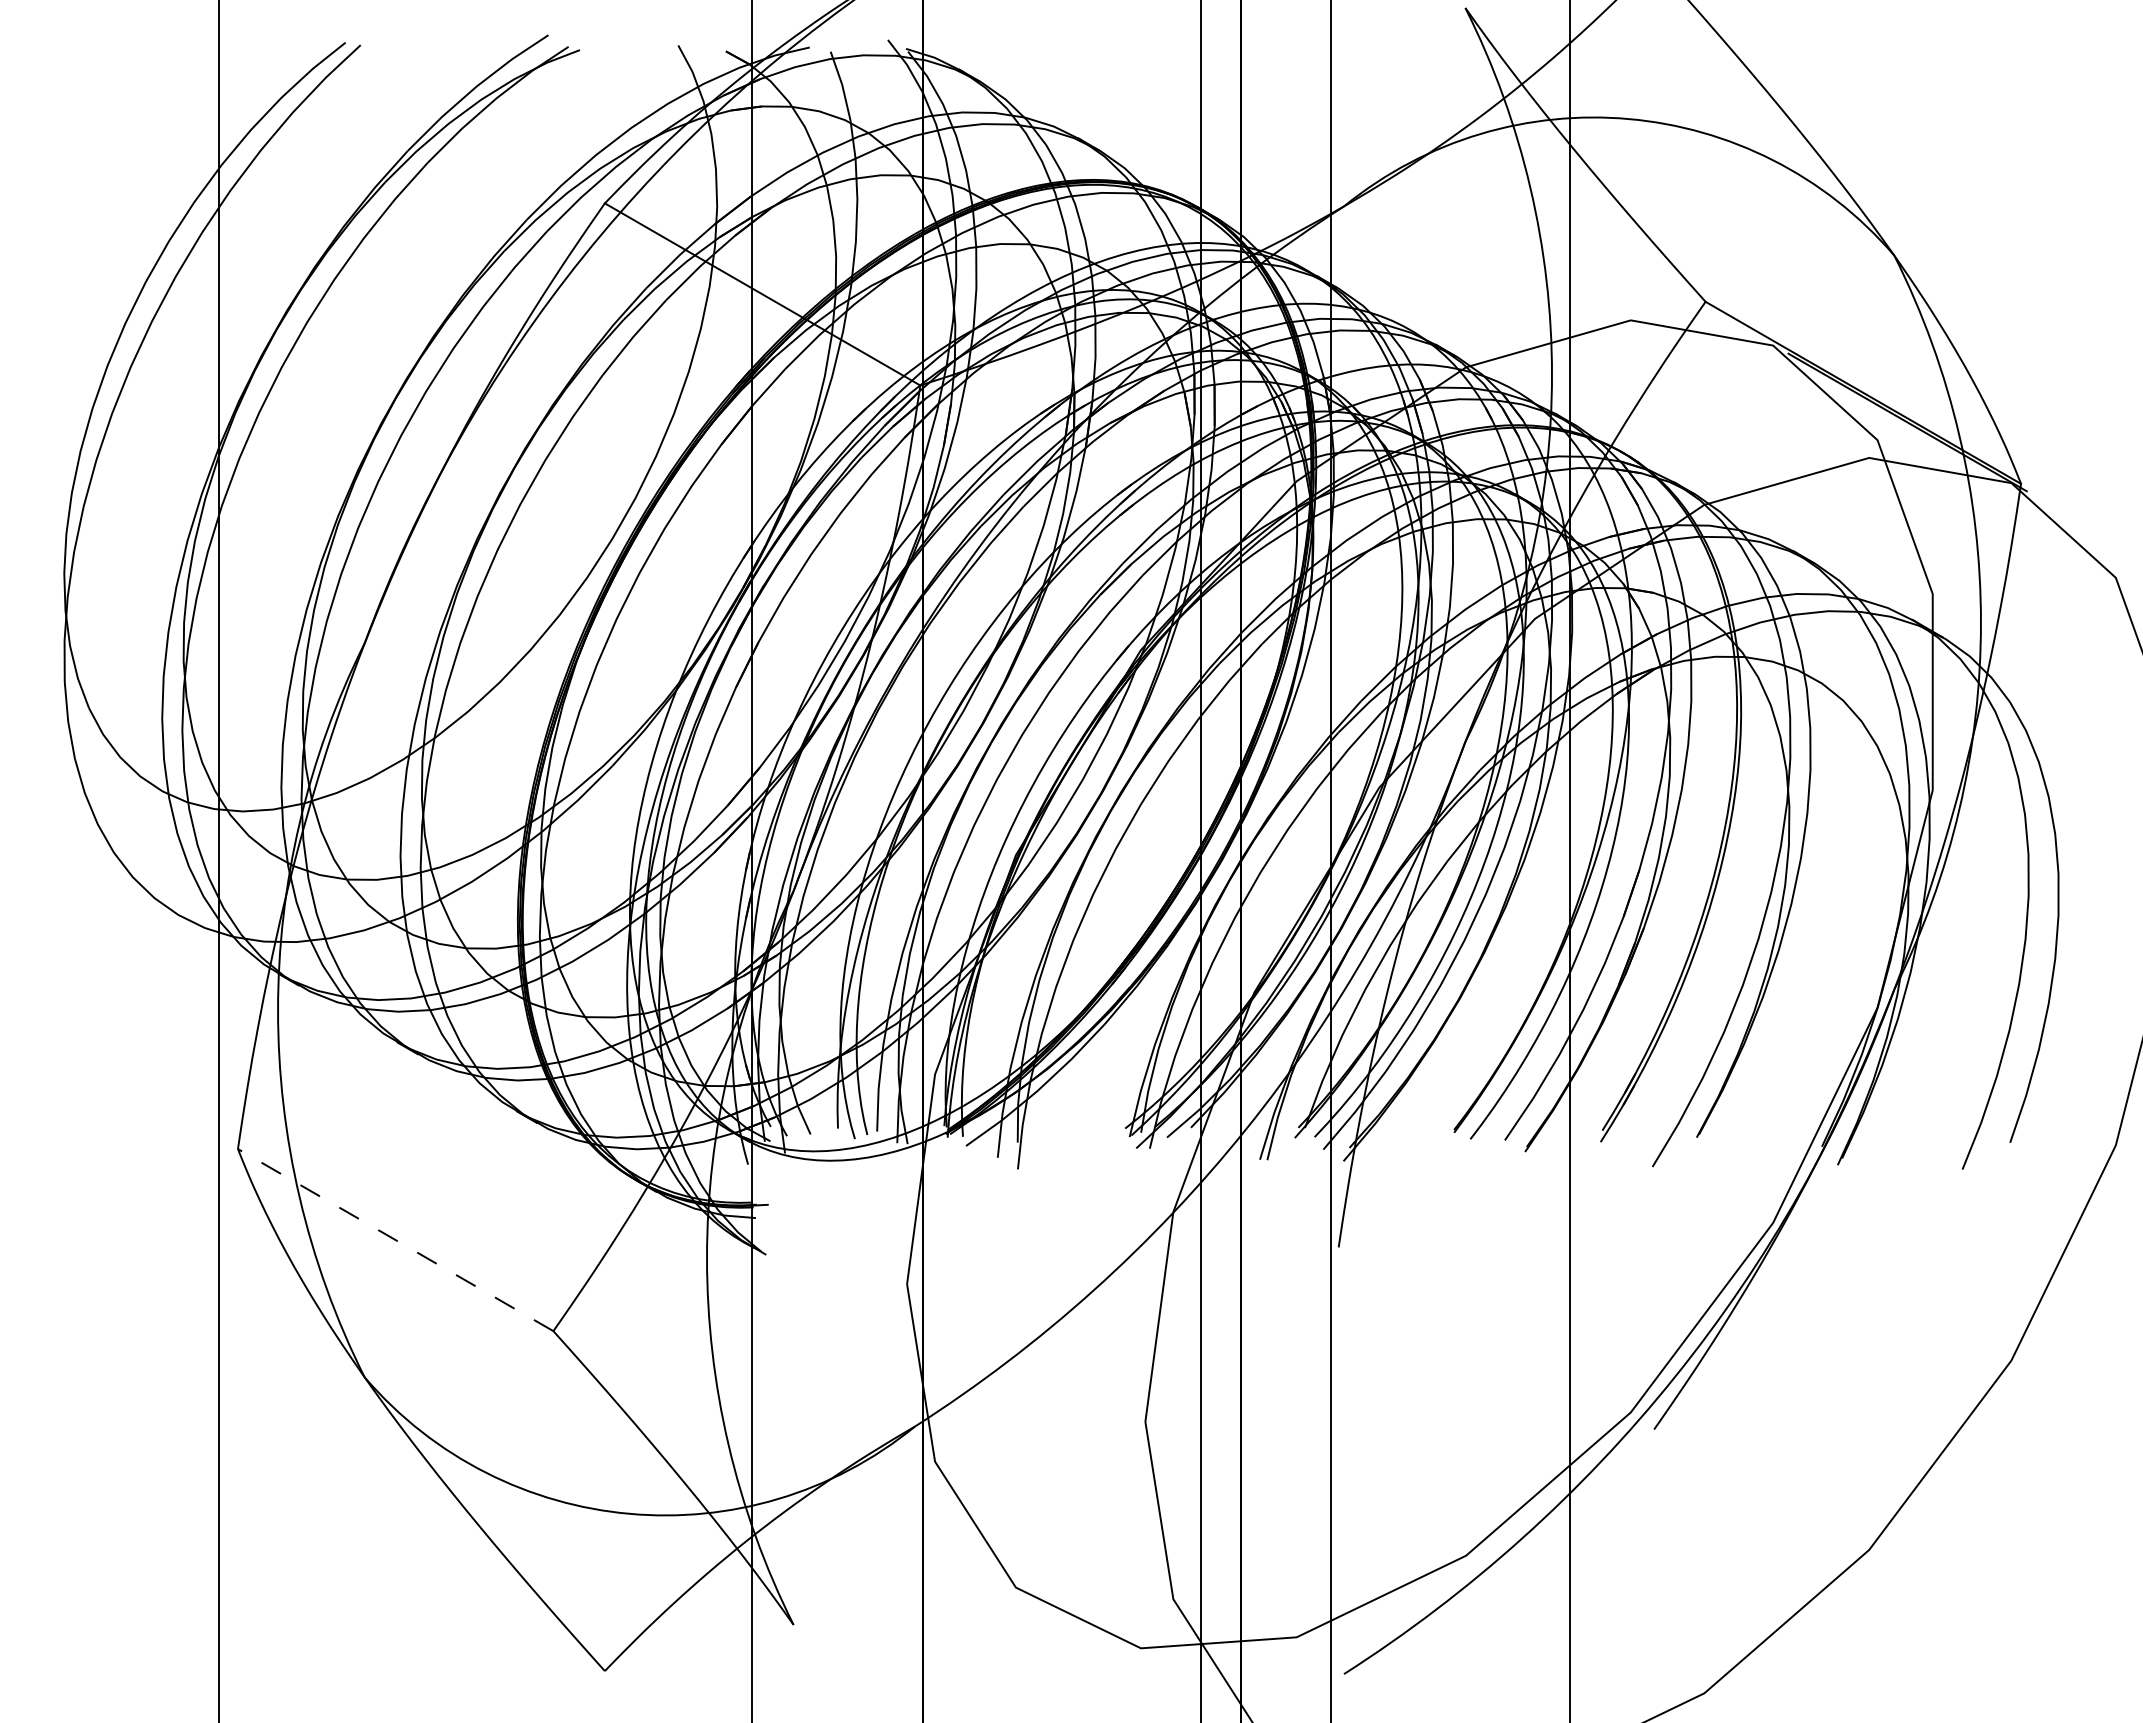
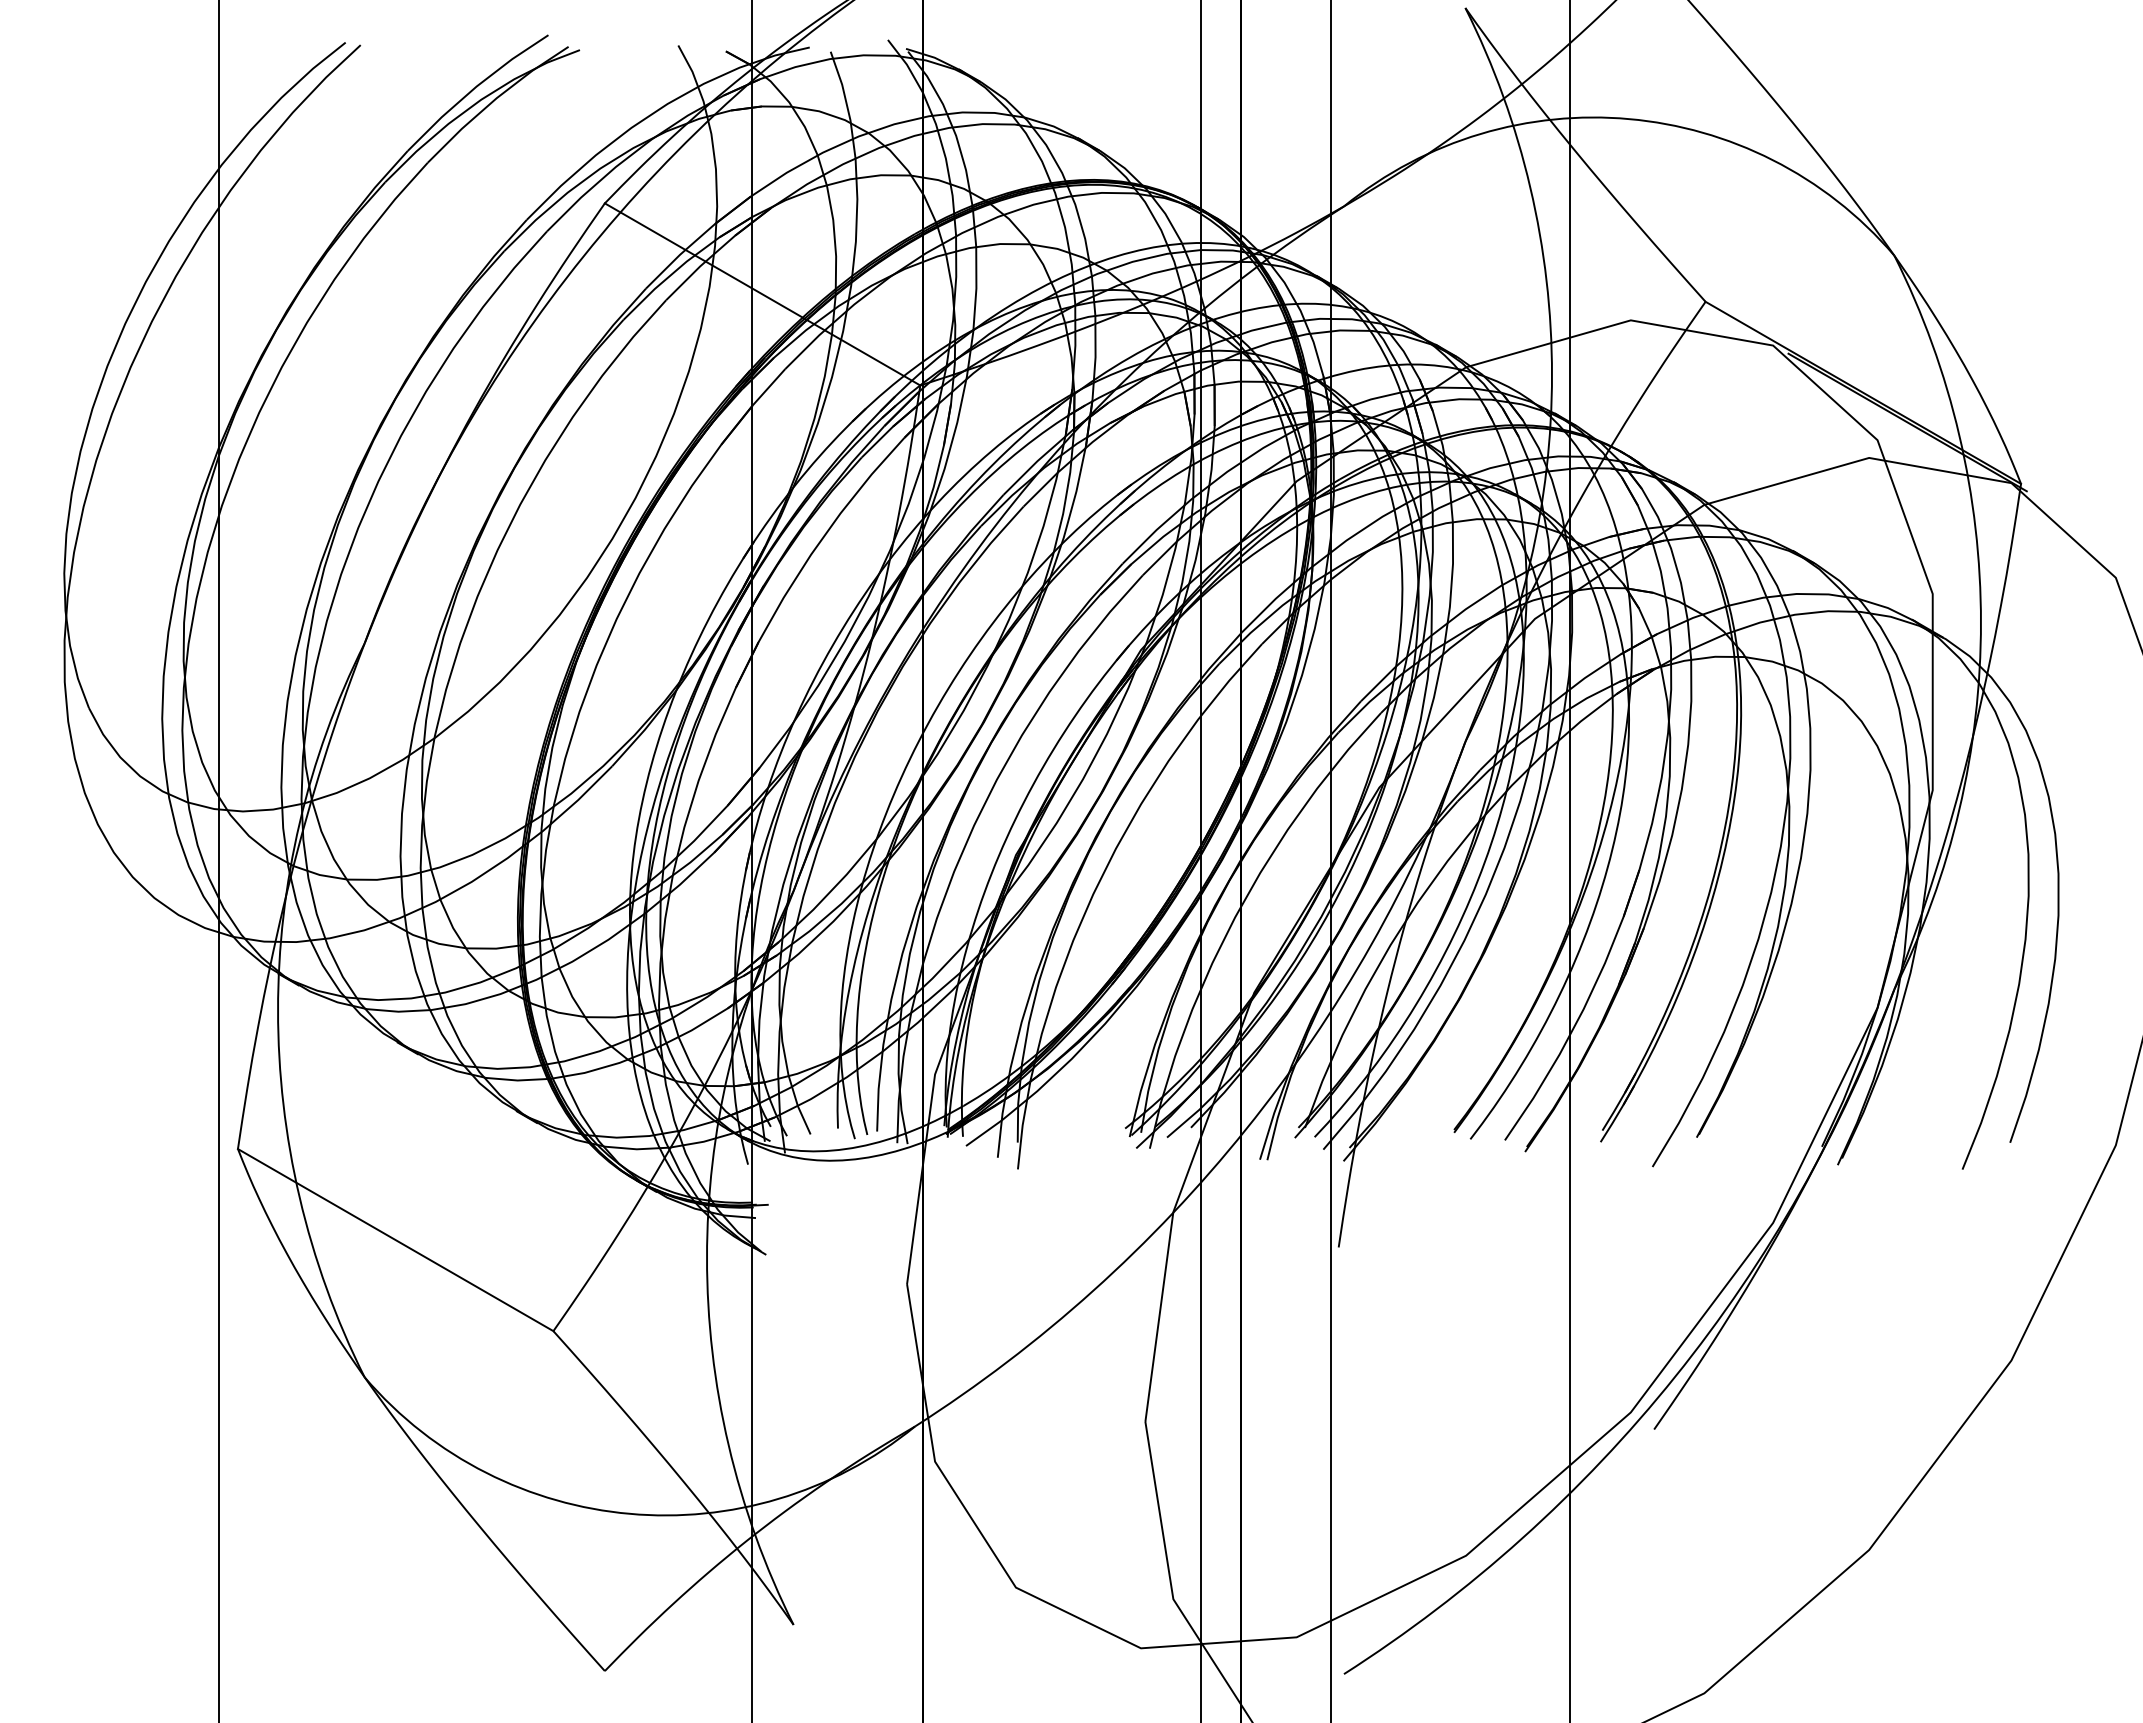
line at (395, 1239): dashed -> solid
